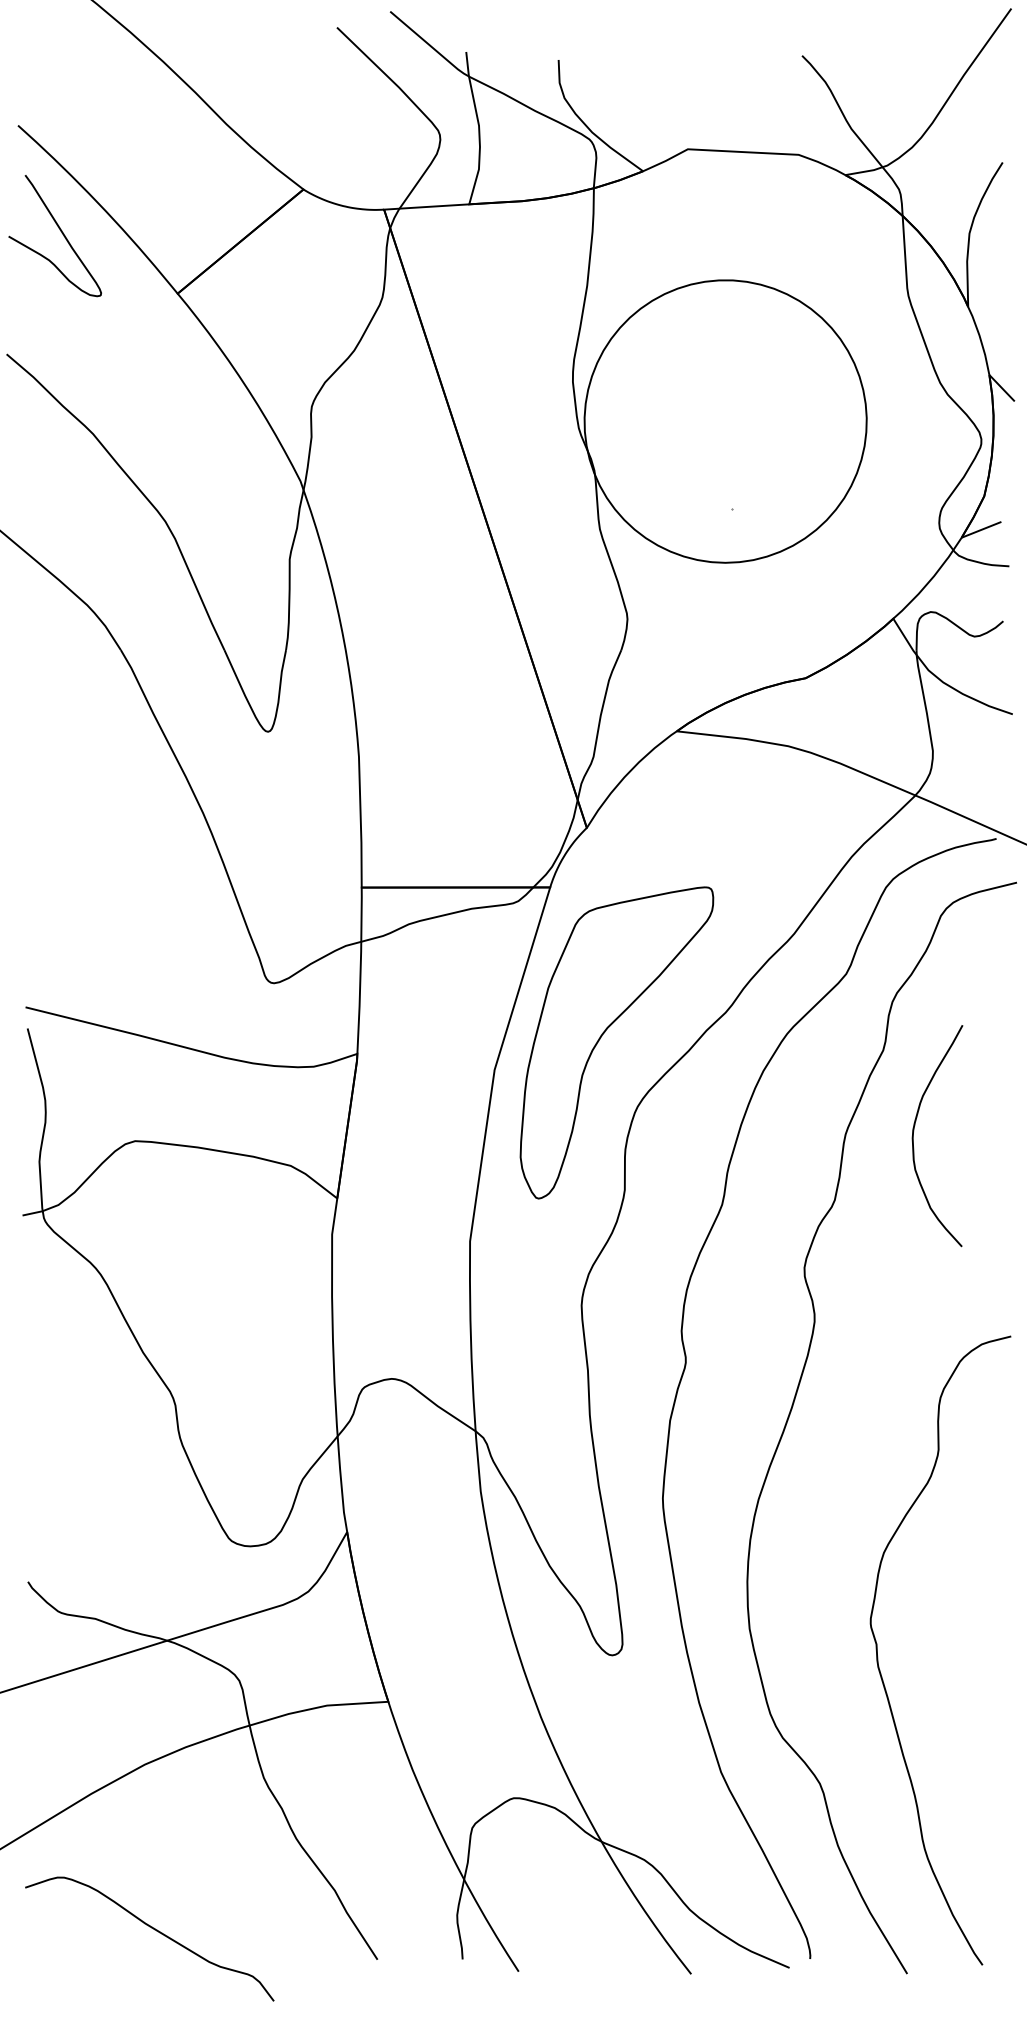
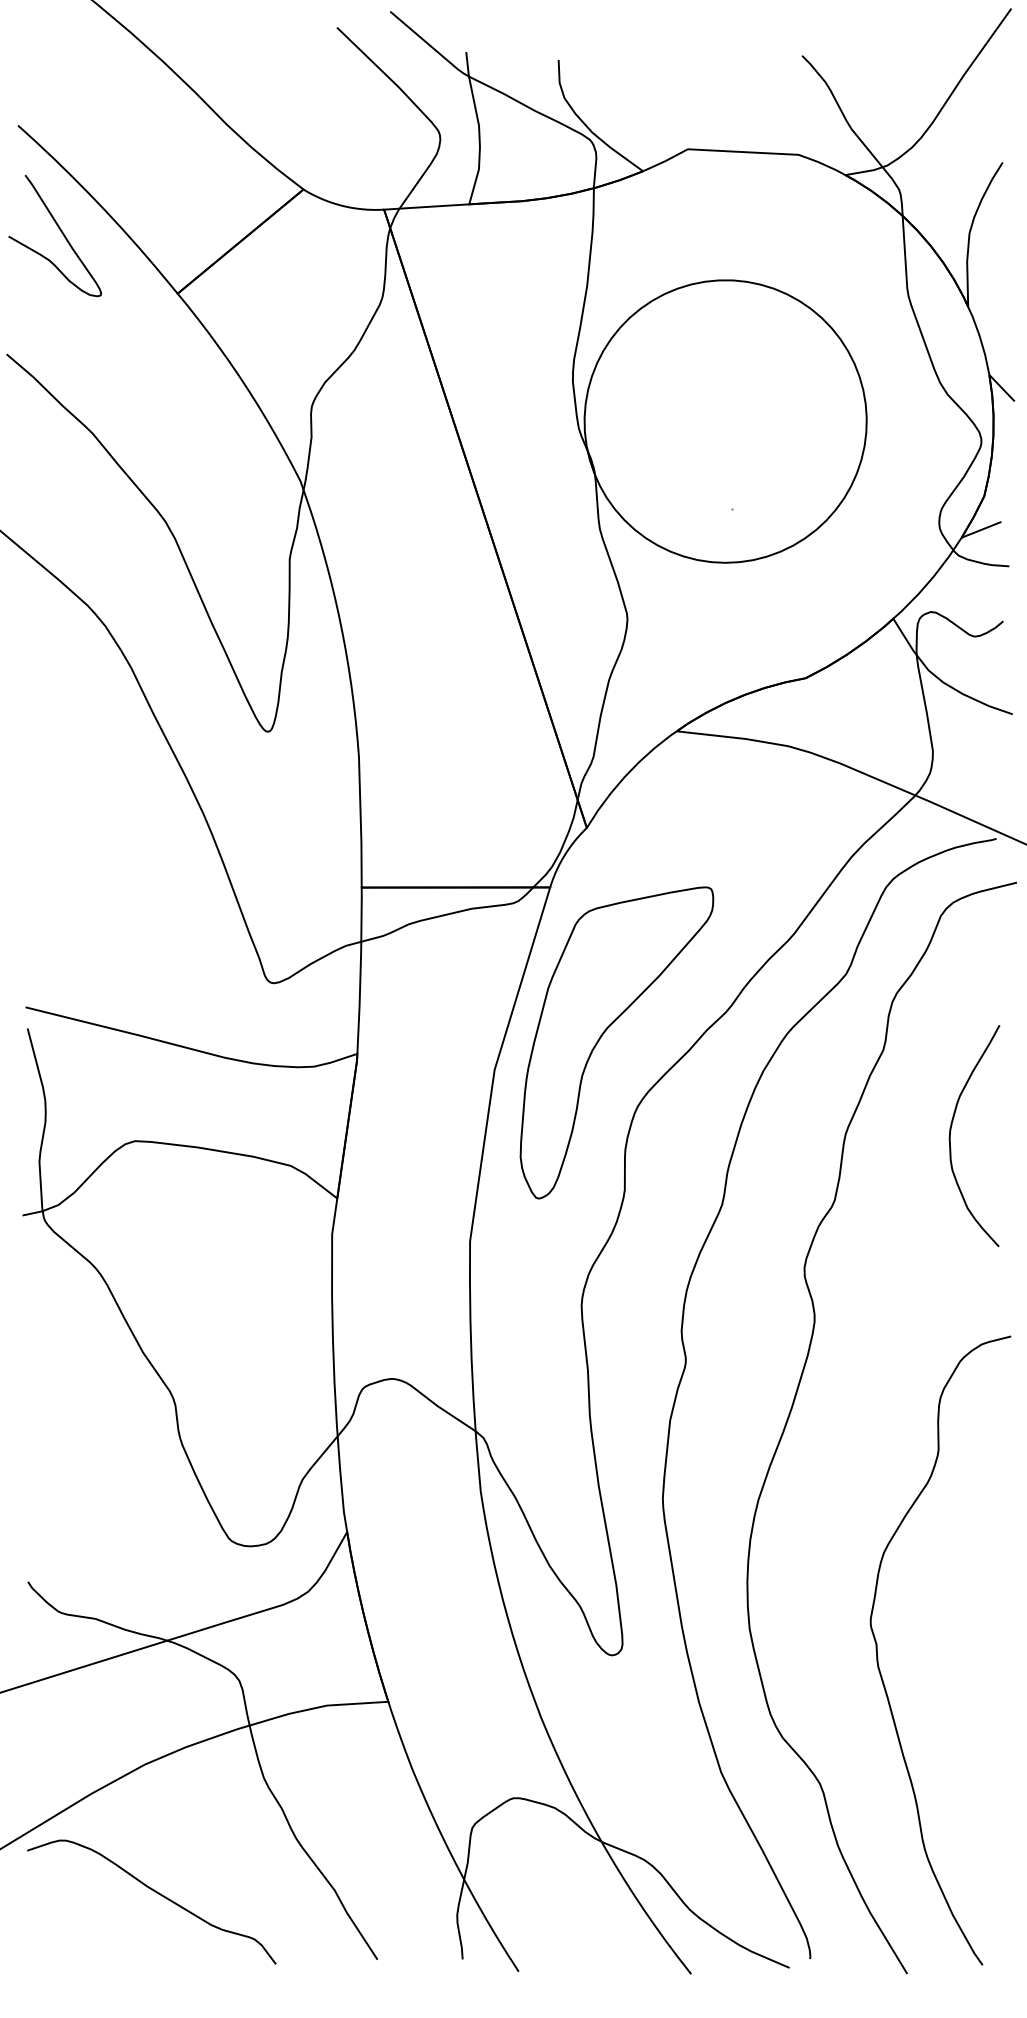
curve at (914, 1131) position: (914, 1131) -> (951, 1131)
curve at (154, 1930) position: (154, 1930) -> (156, 1893)
